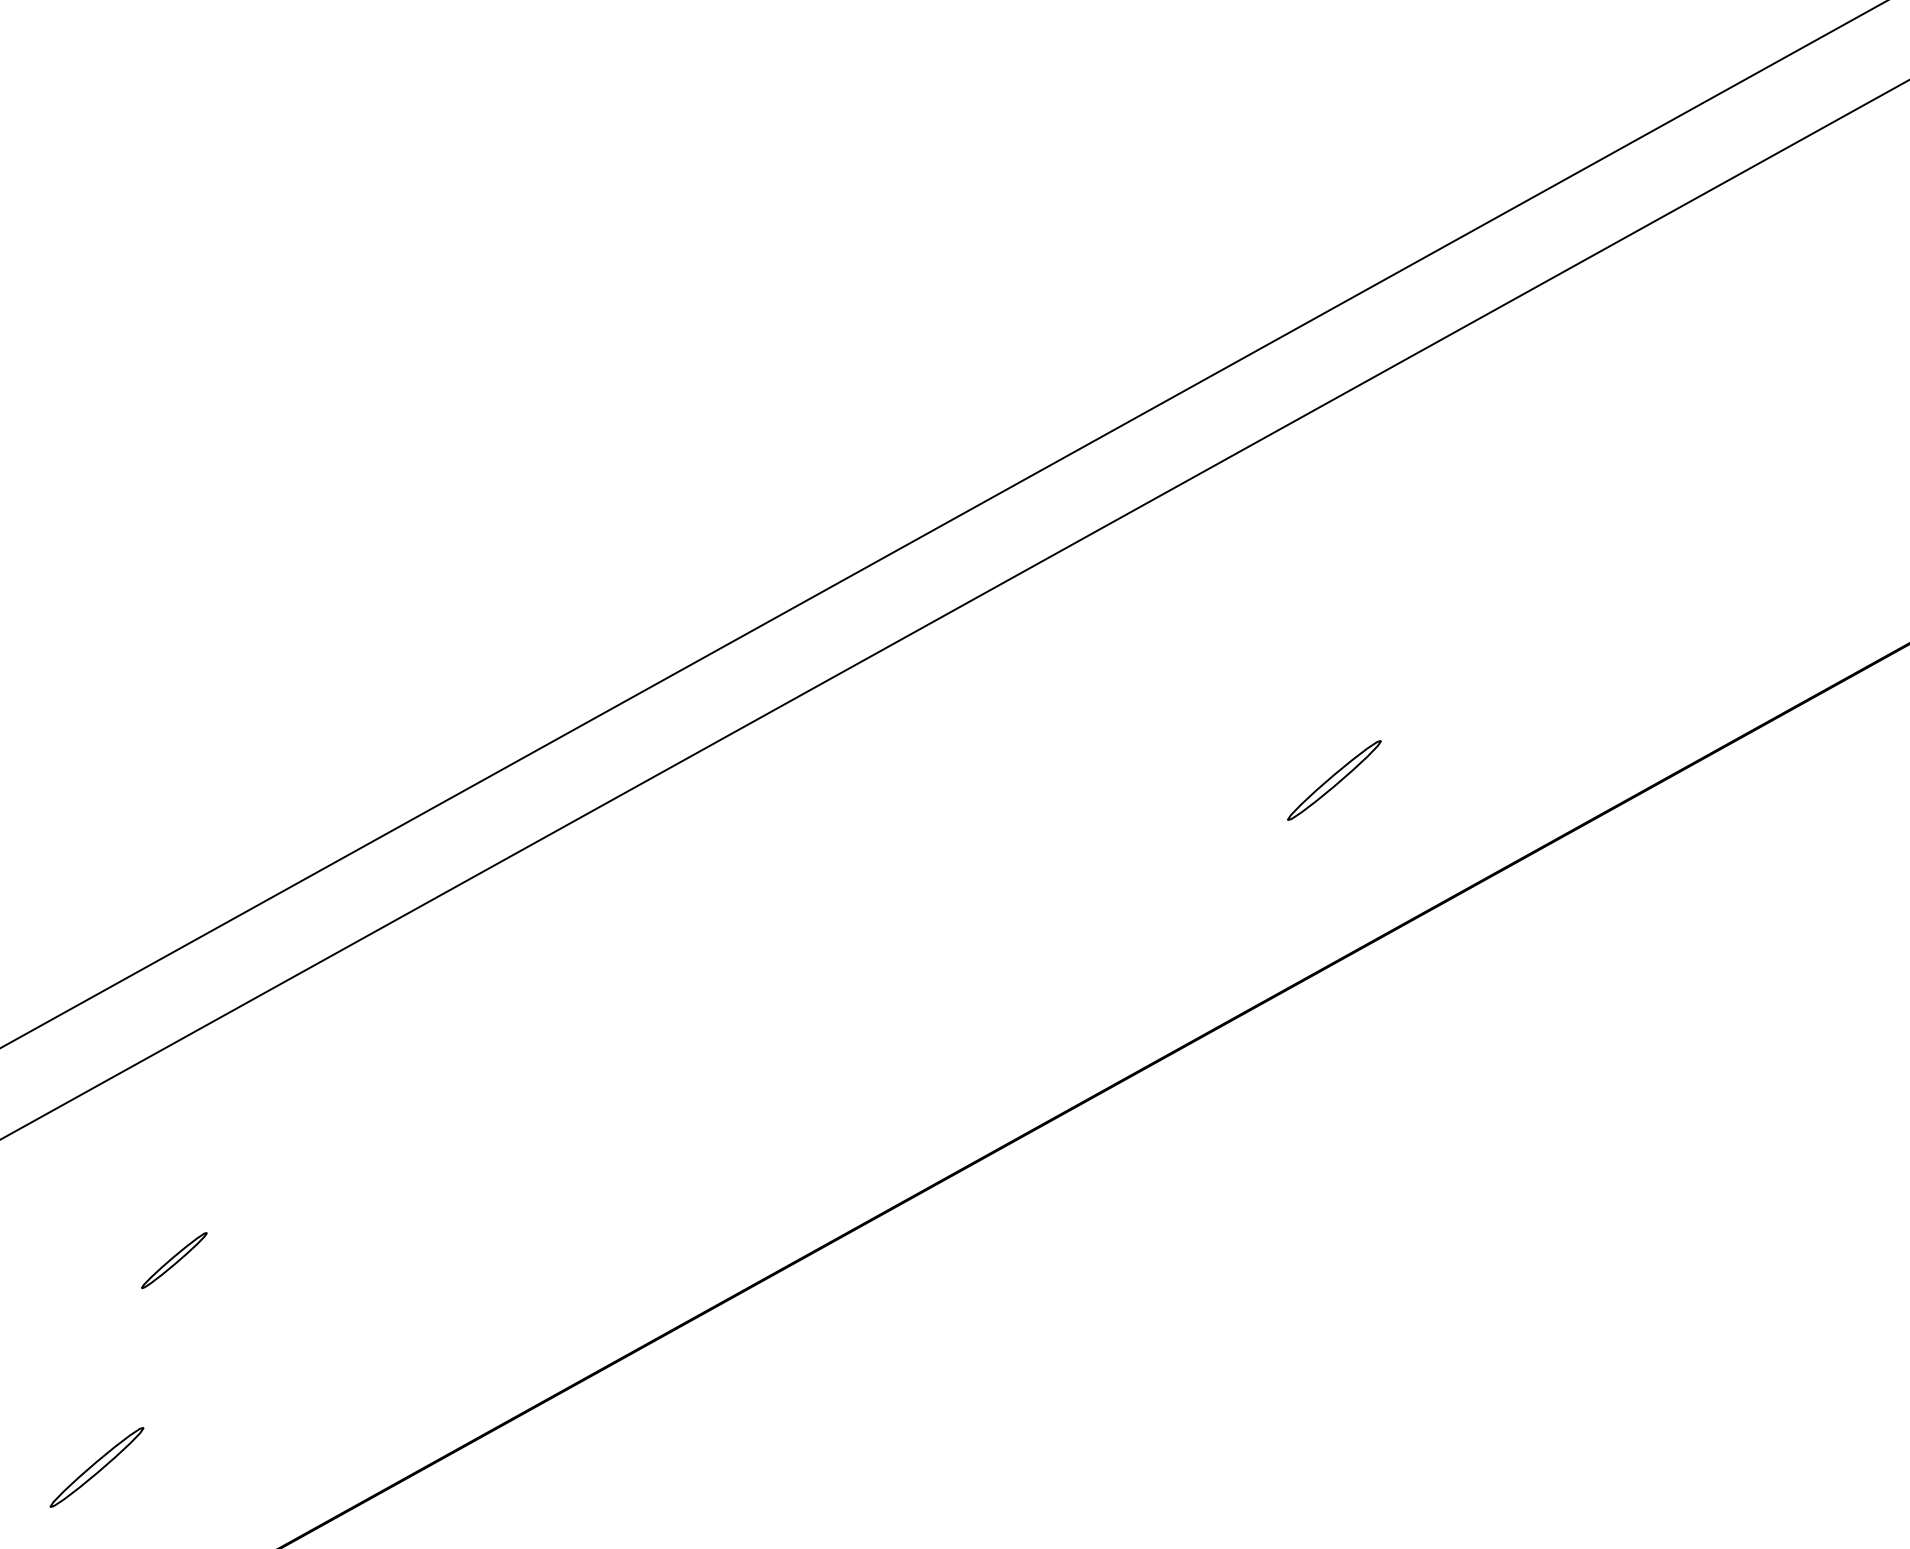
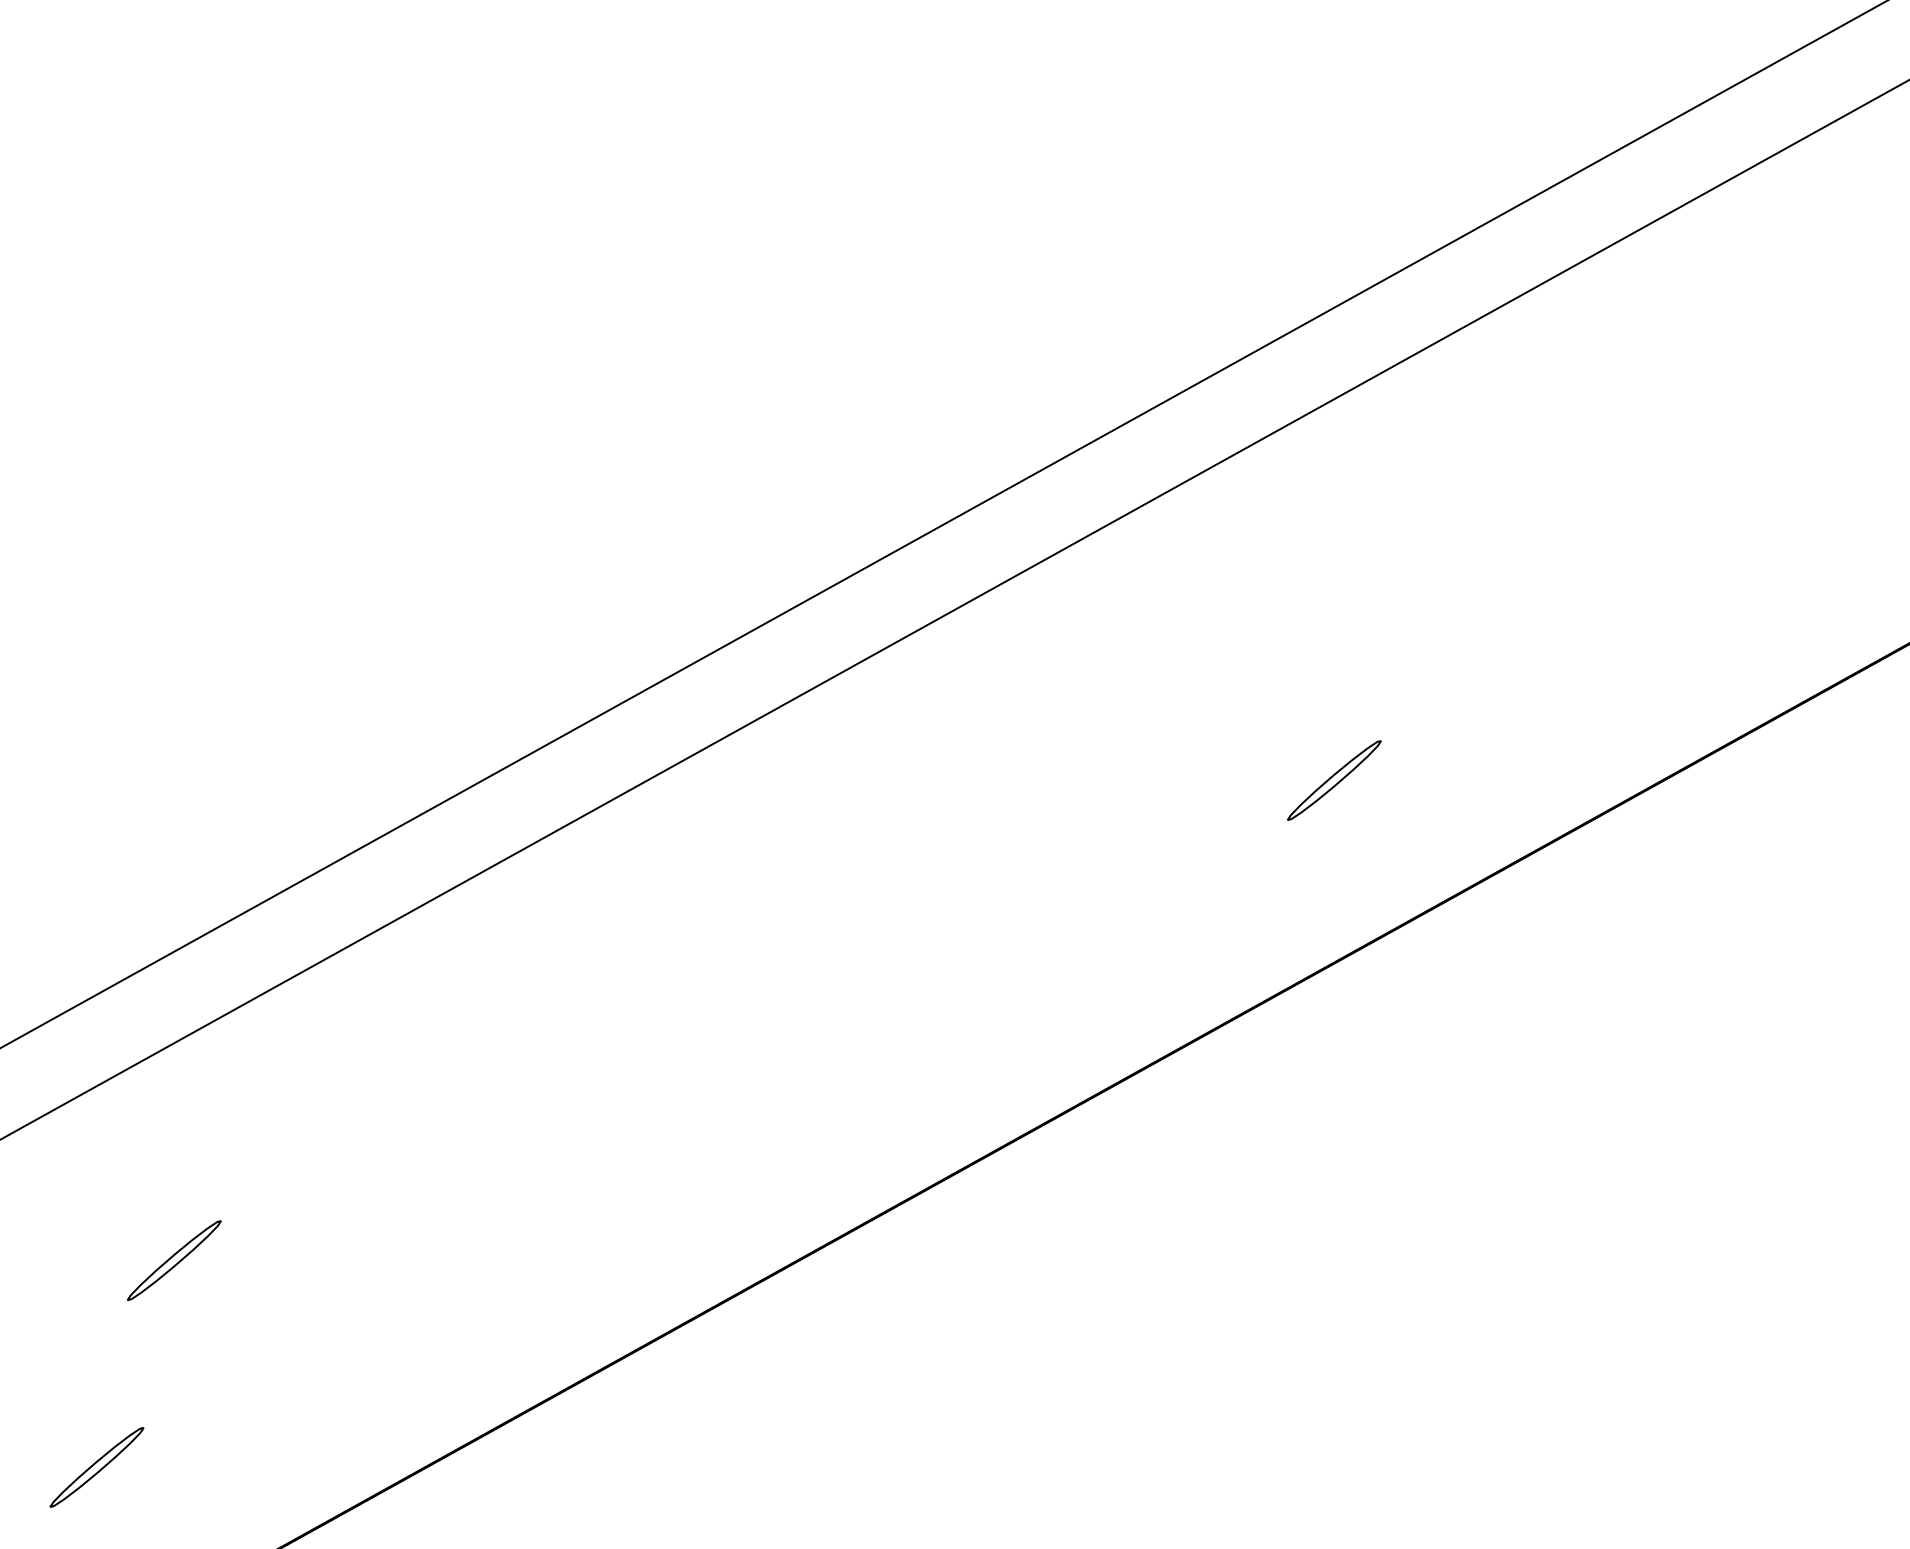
part at (174, 1260) size: 67x58 px -> 95x81 px
